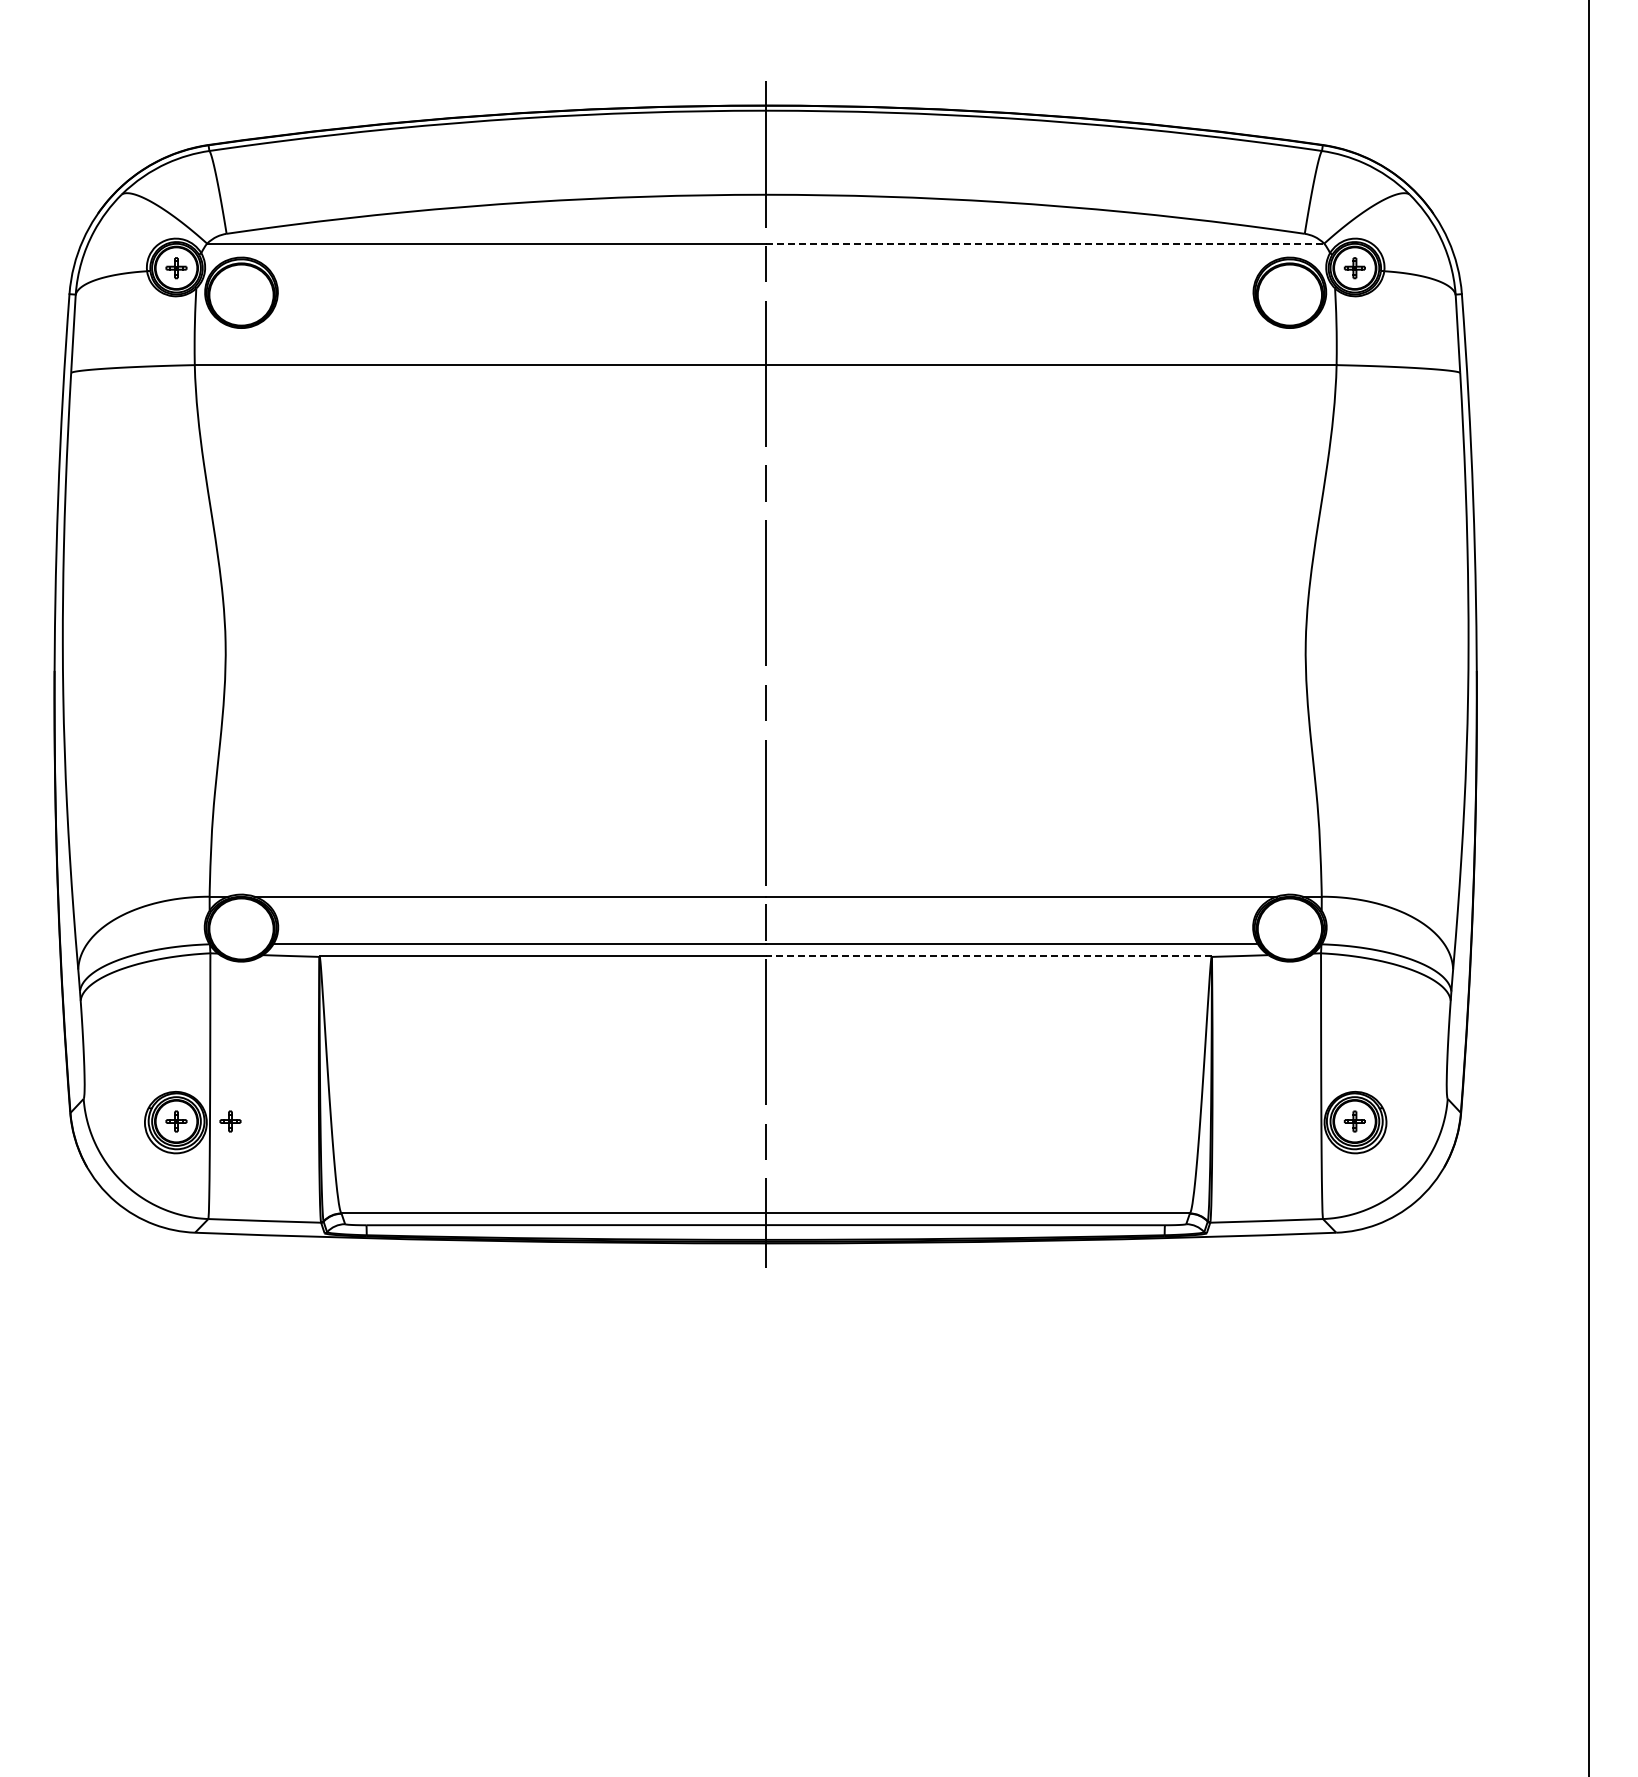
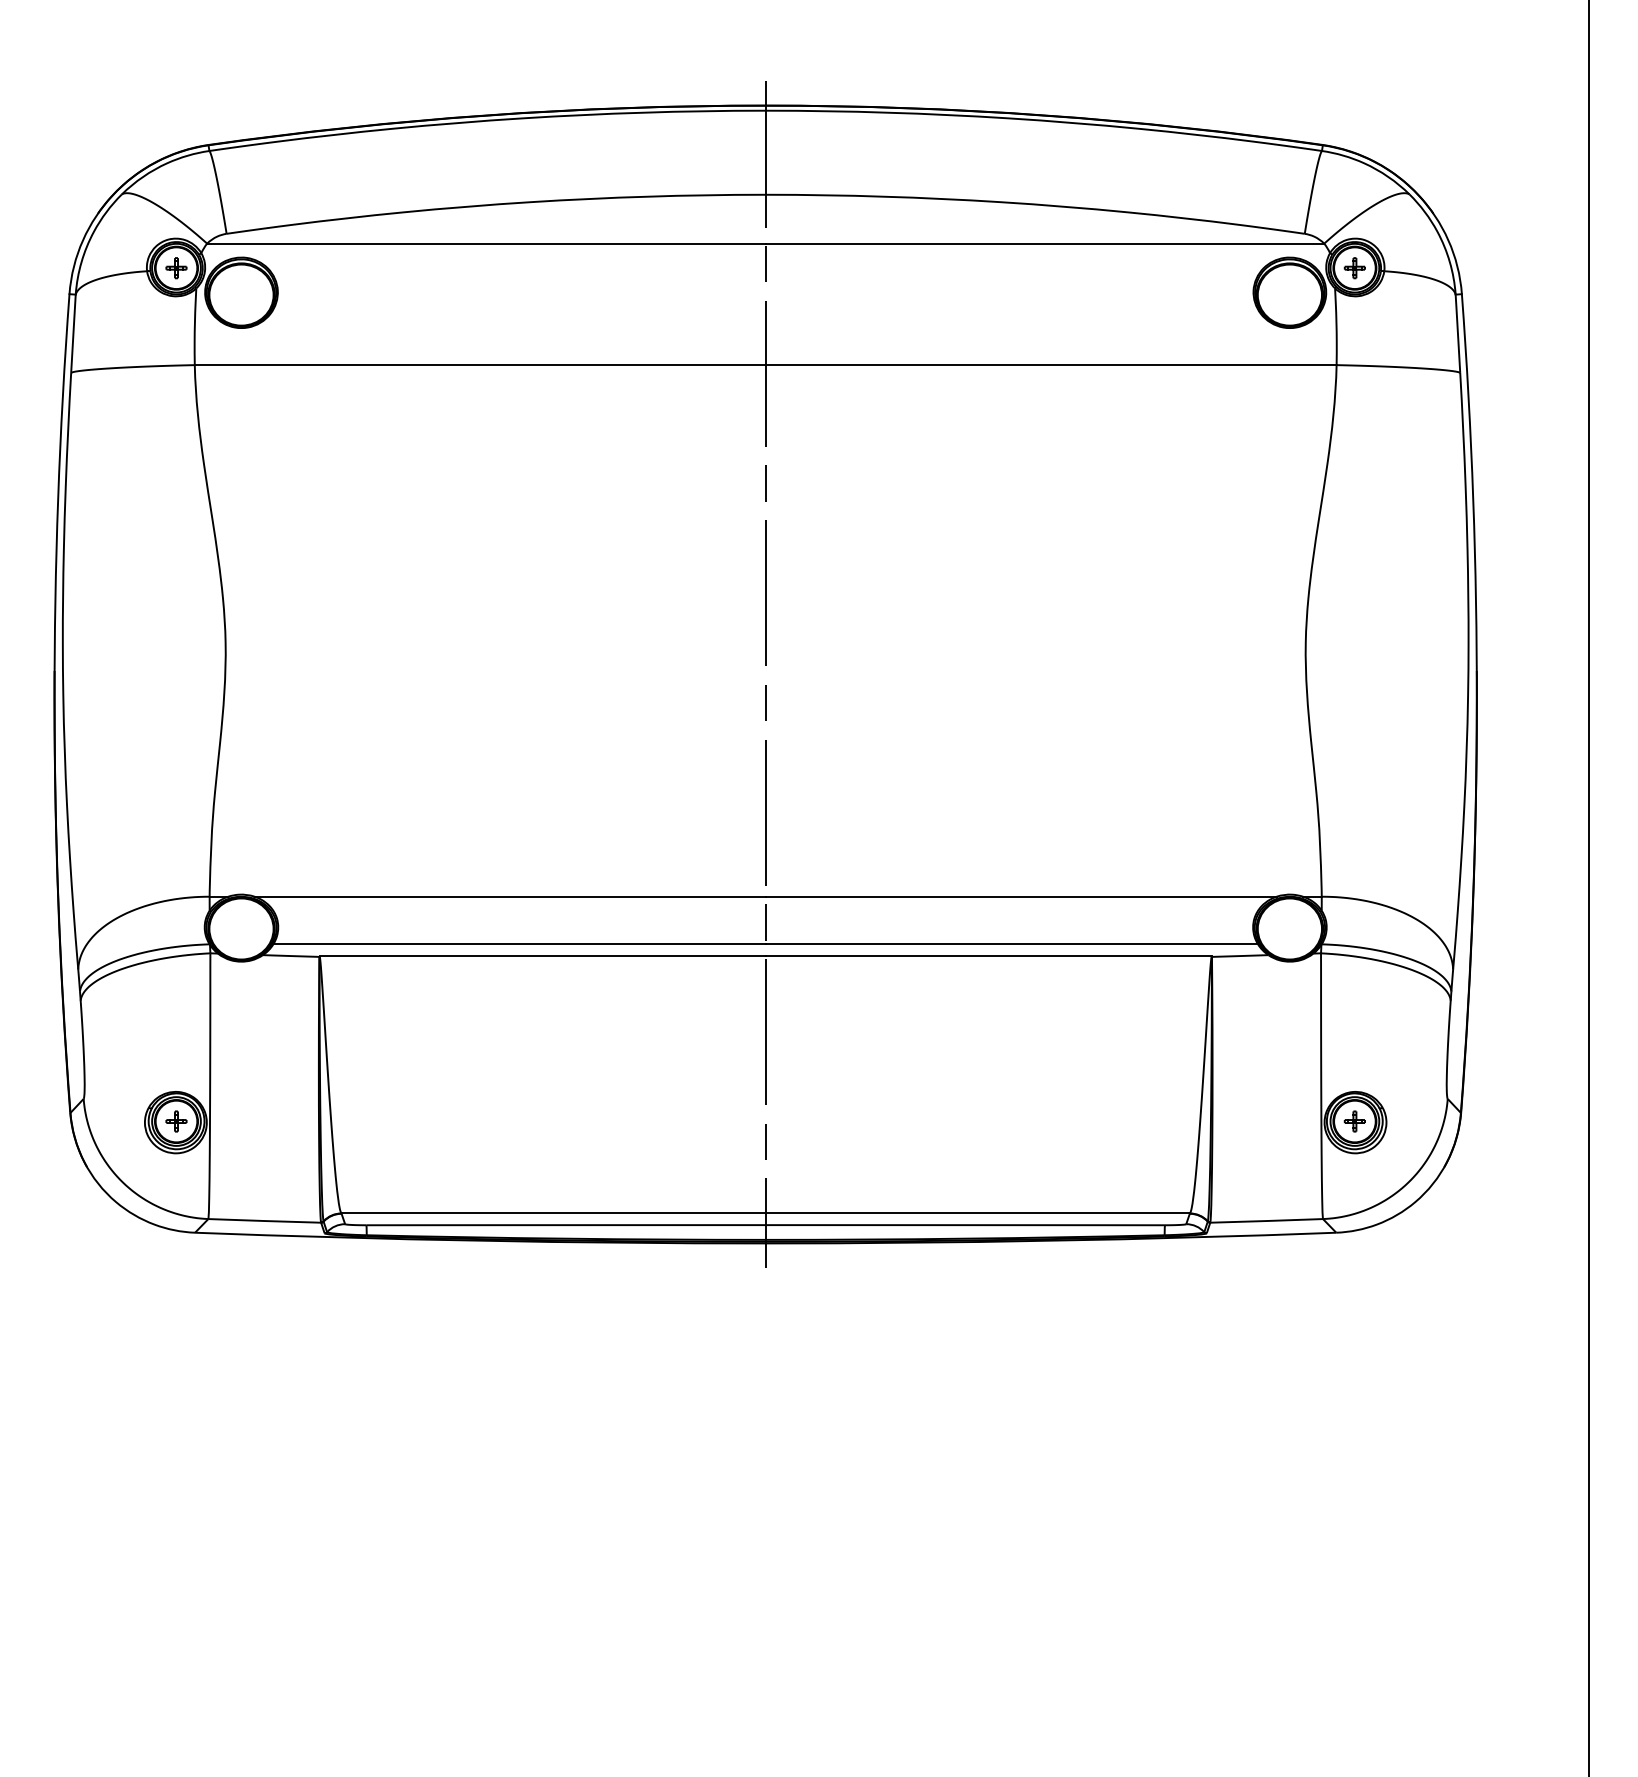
line at (1045, 243): dashed -> solid
line at (988, 956): dashed -> solid
part at (230, 1121): present -> none
